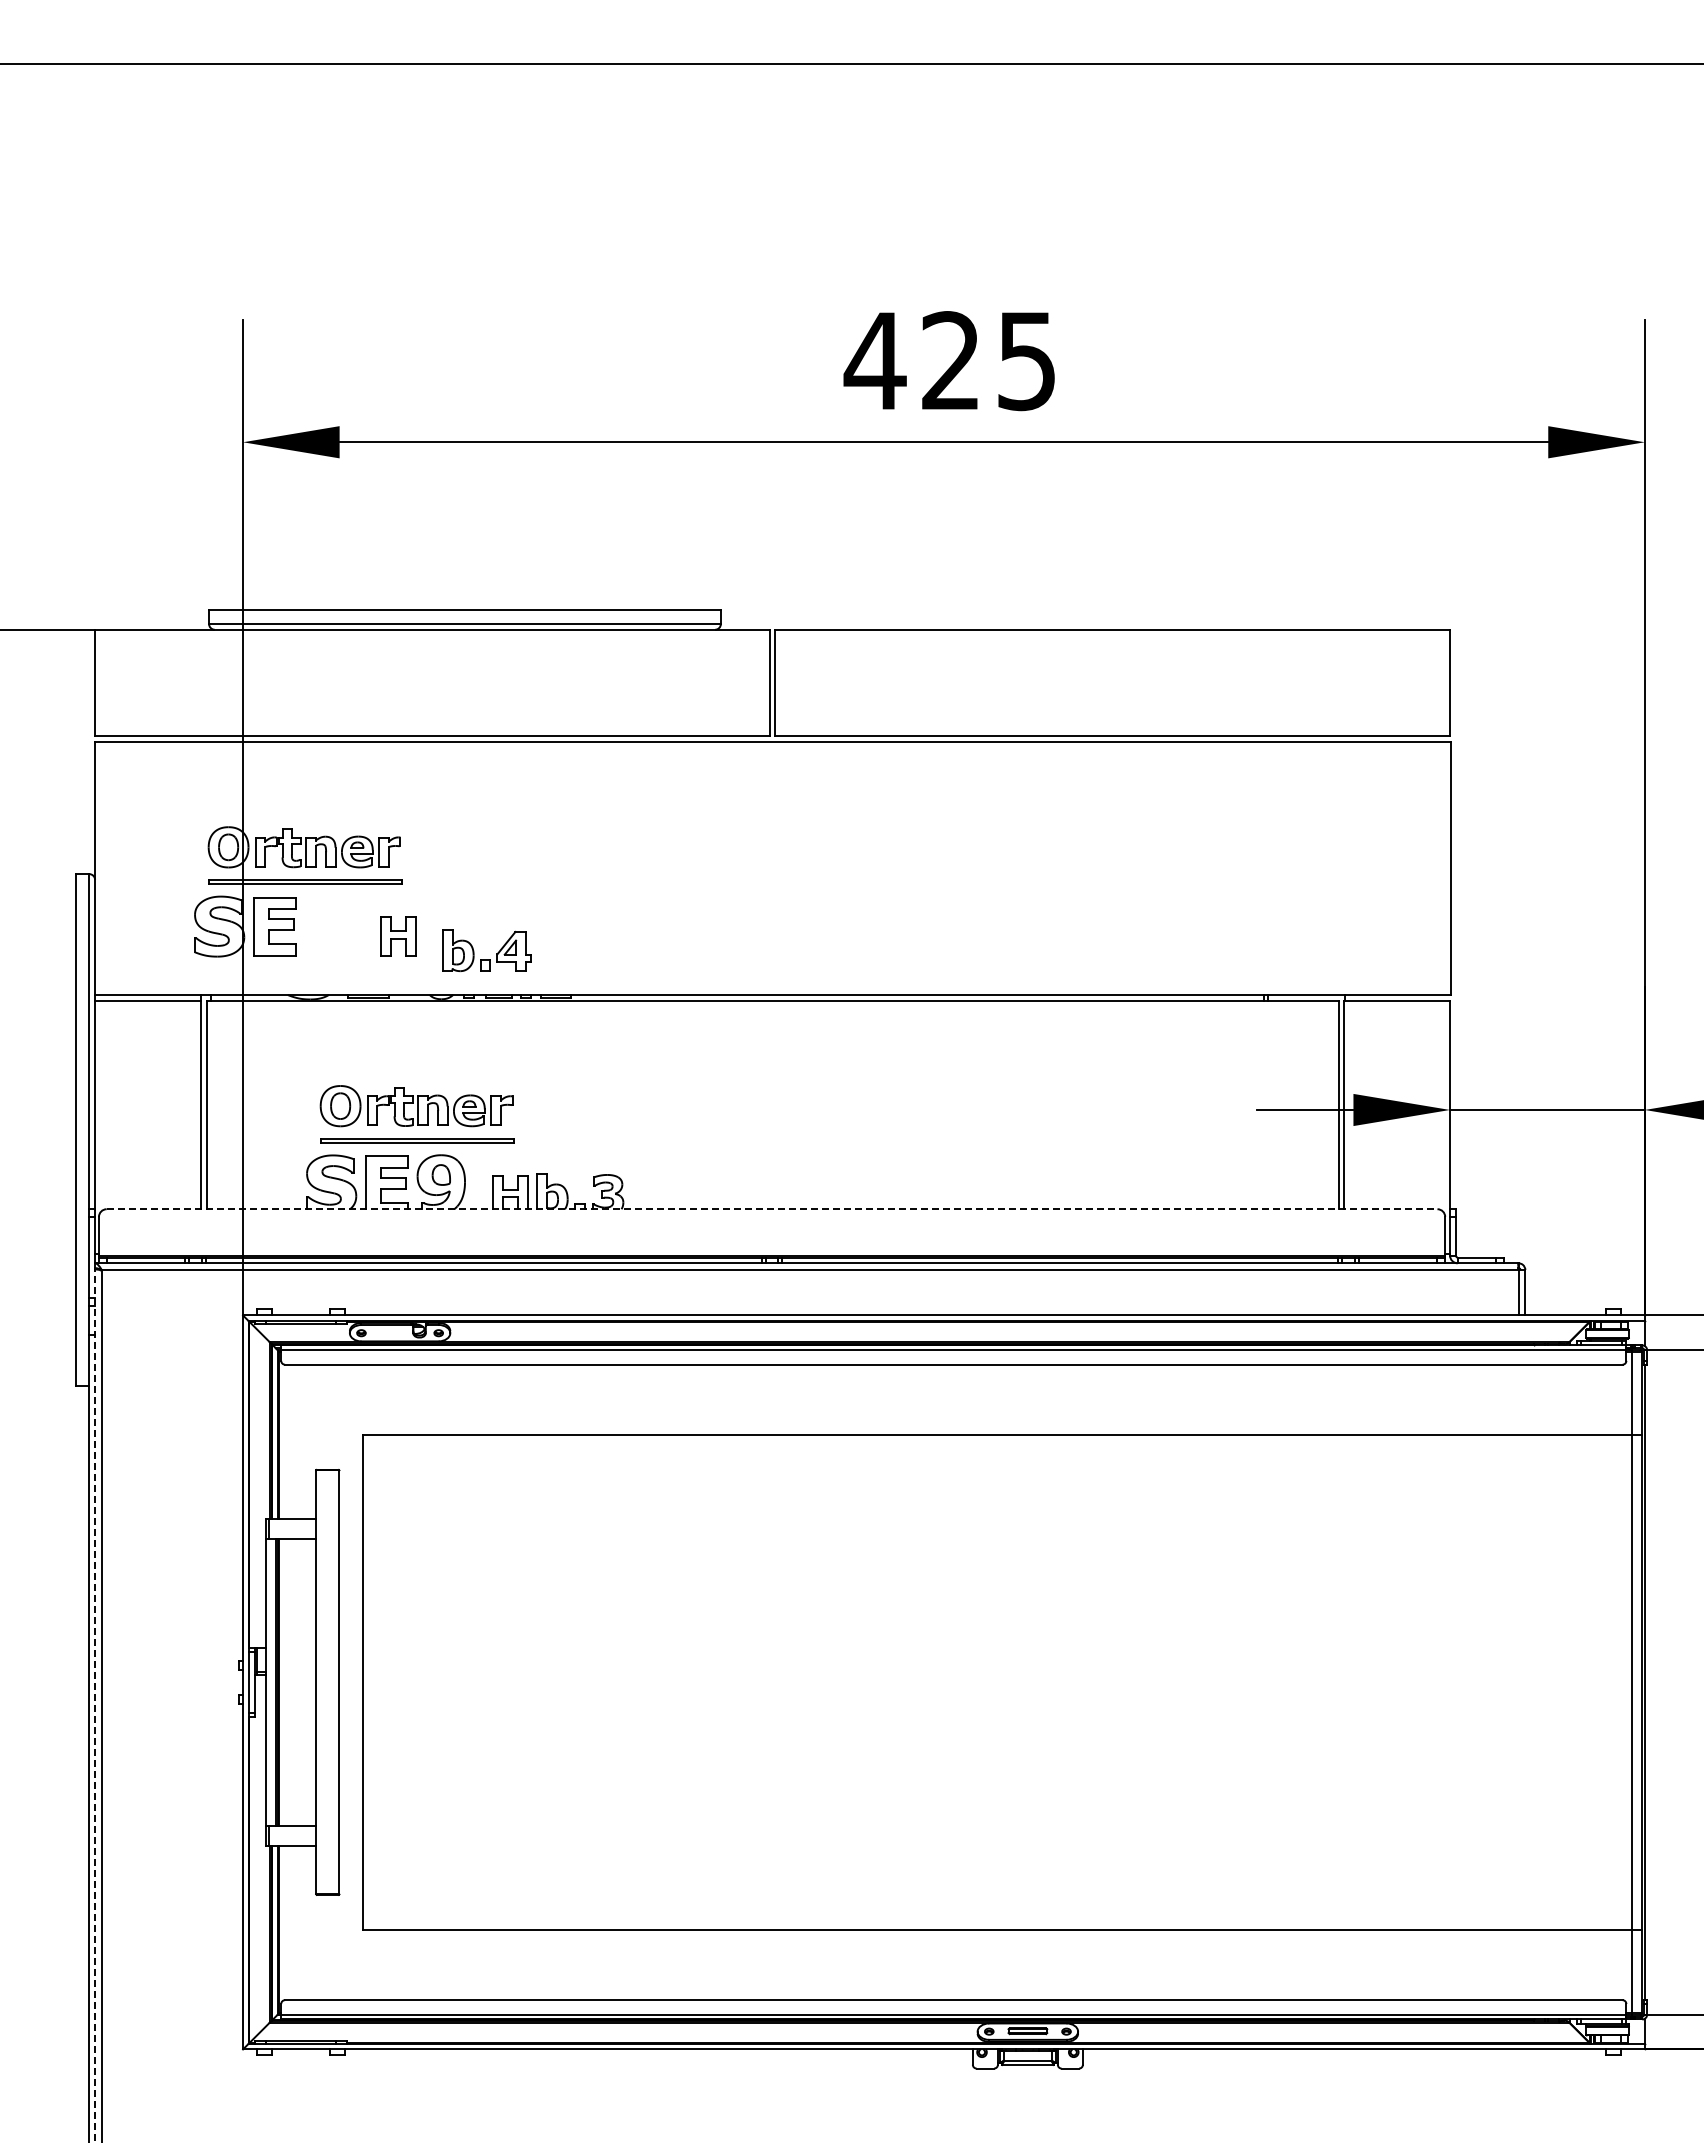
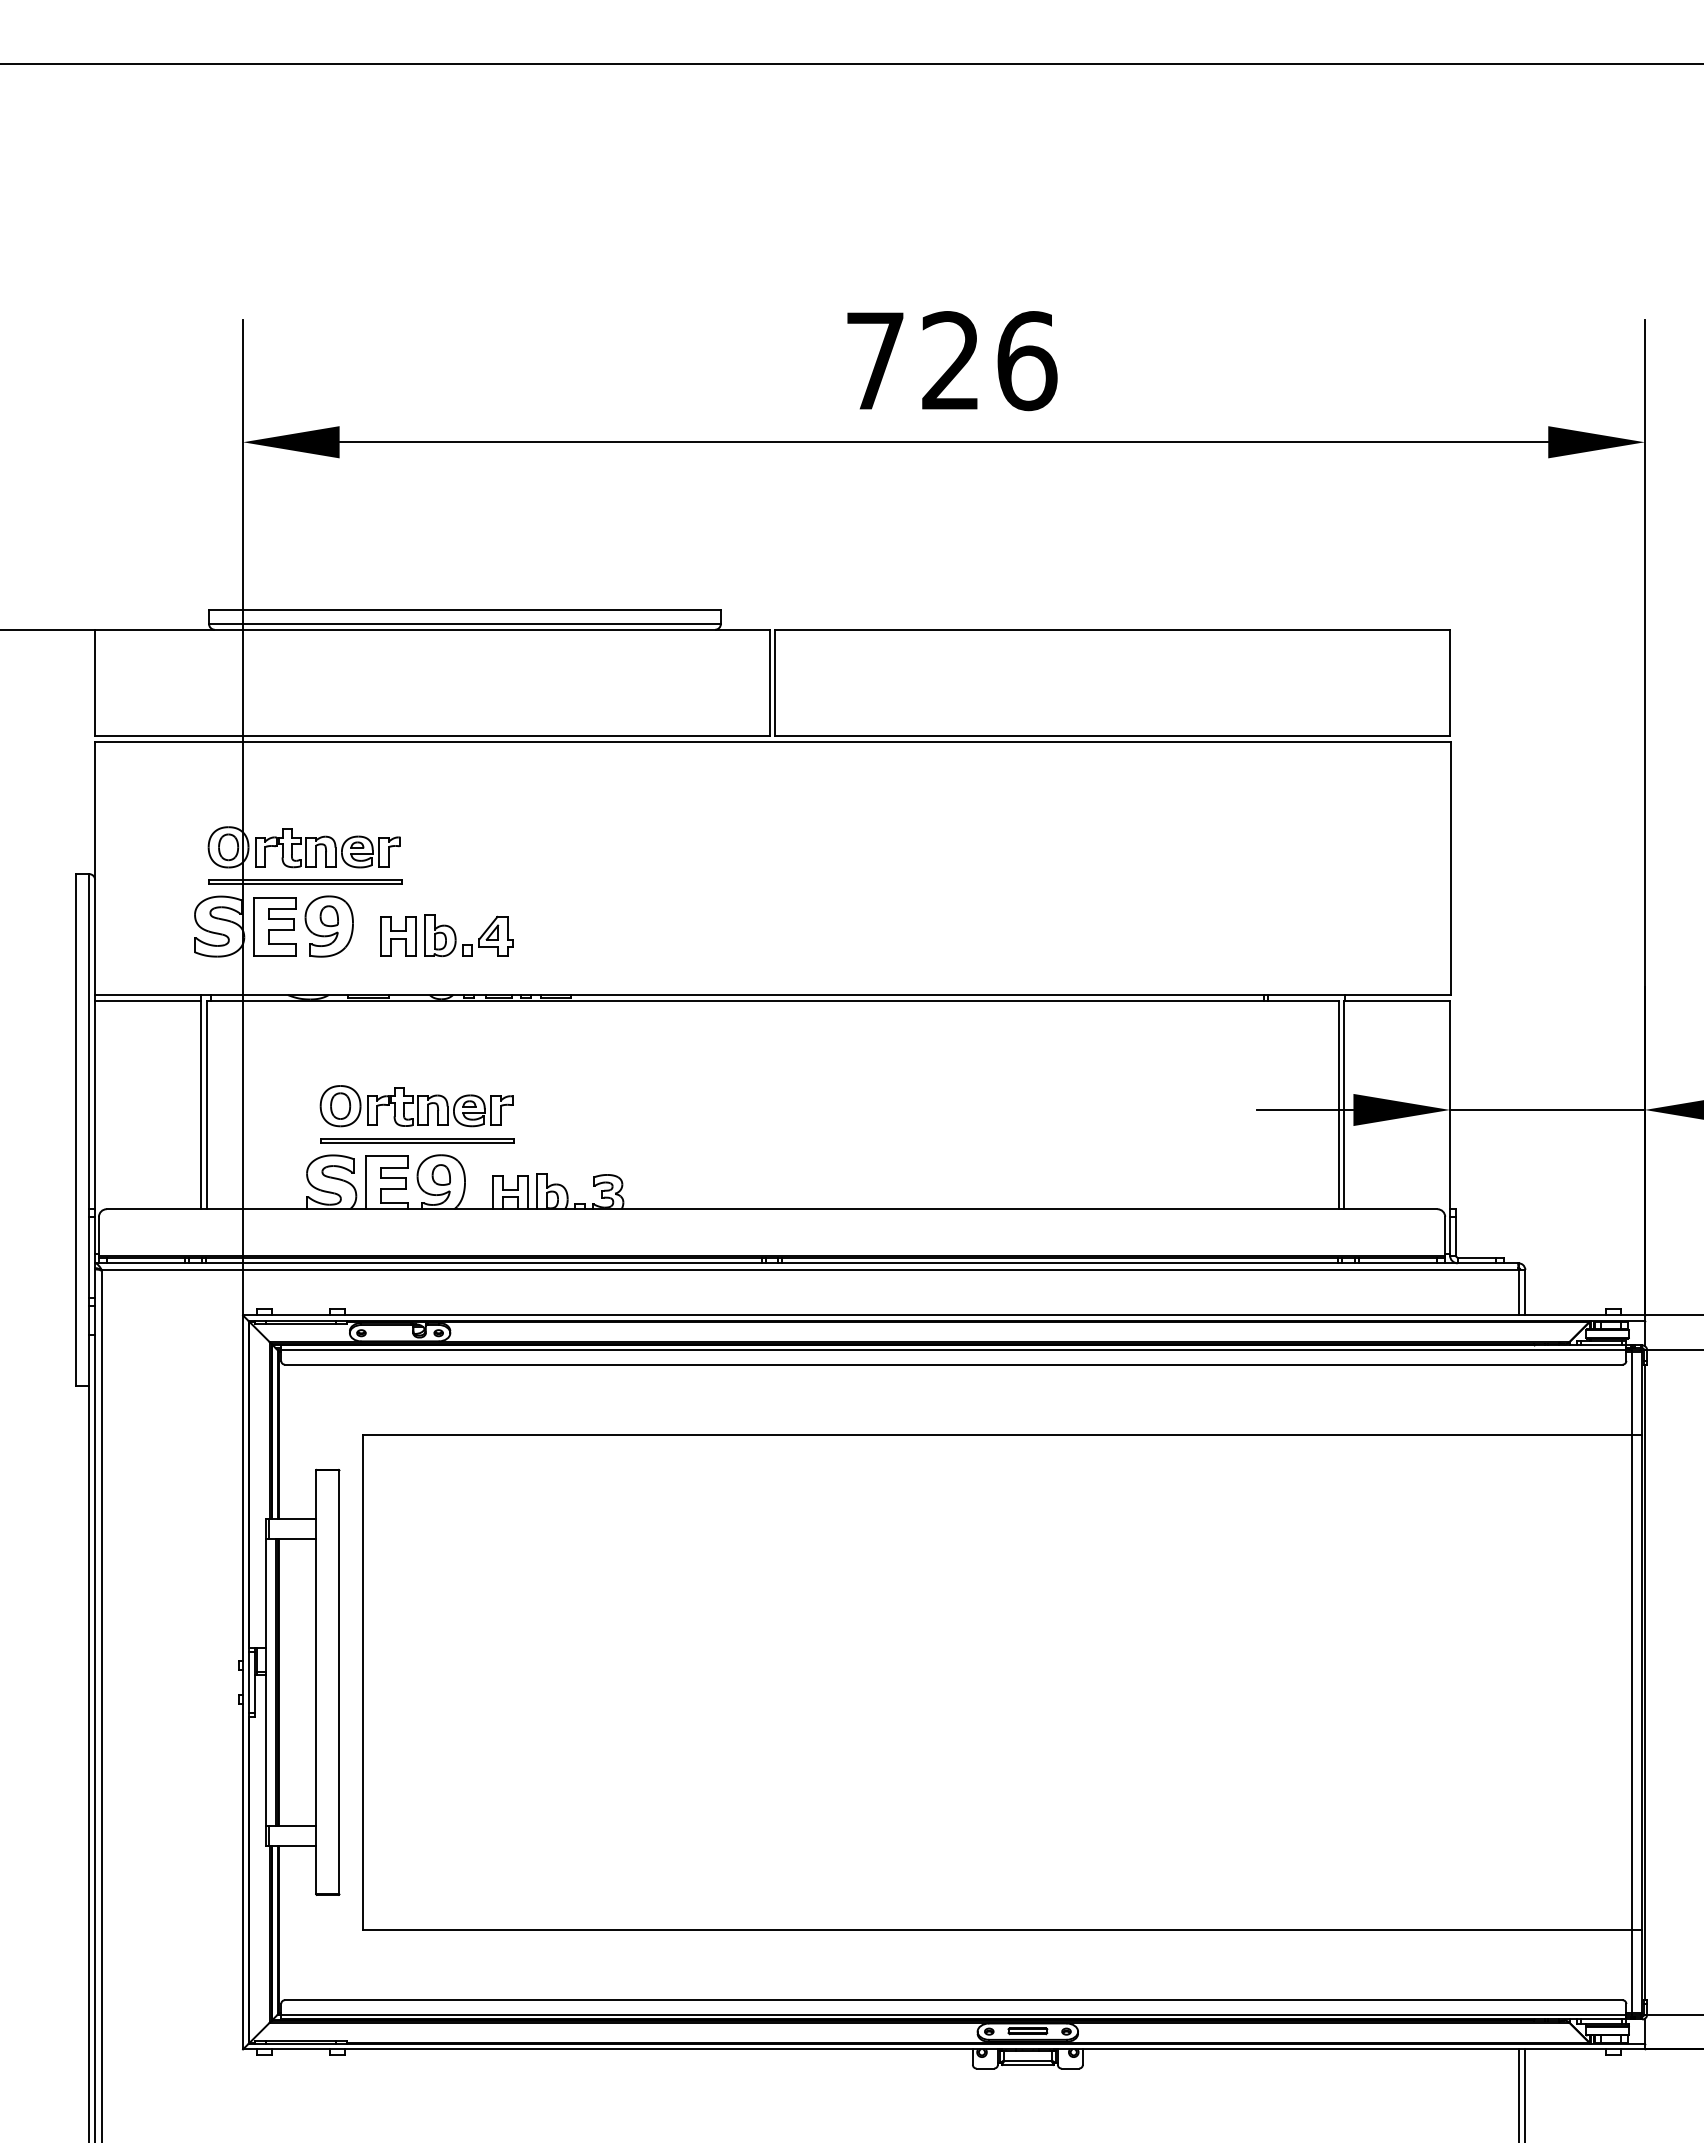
text at (950, 361): 425 -> 726
part at (328, 926): none -> present
part at (486, 959) position: (486, 959) -> (468, 944)
line at (772, 1209): dashed -> solid
line at (95, 1705): dashed -> solid
line at (1518, 2094): none -> present
line at (1525, 2094): none -> present
